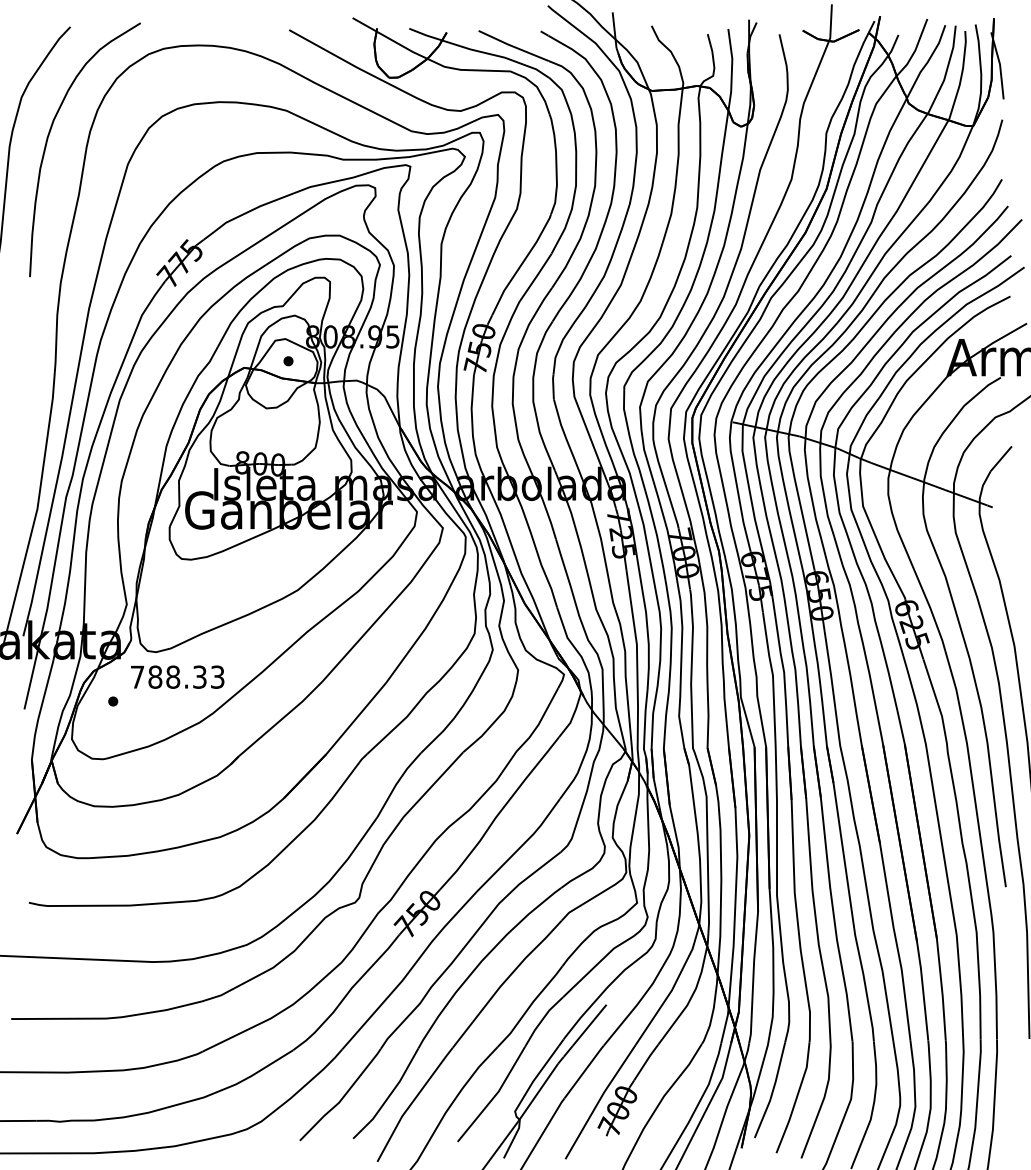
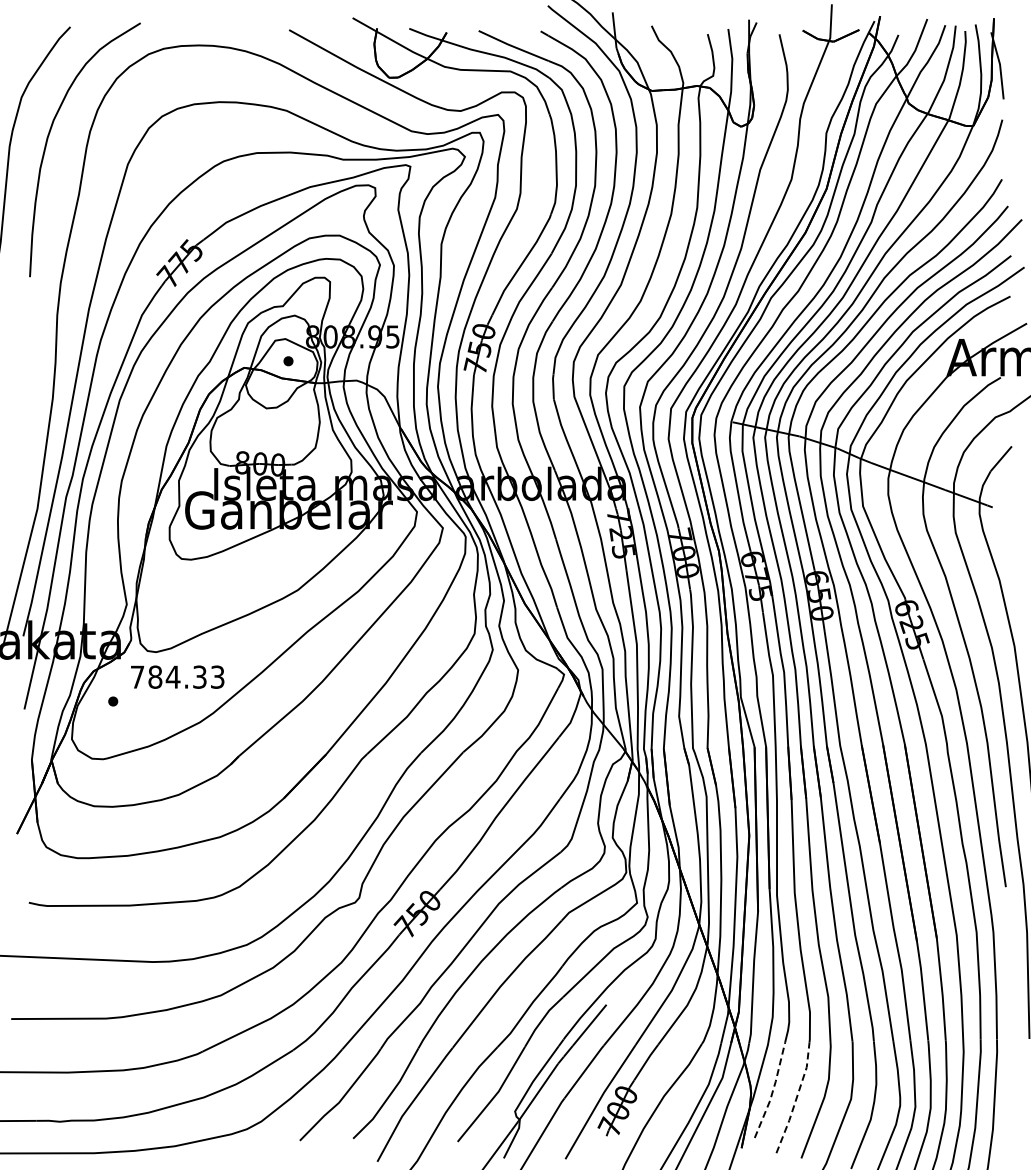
text at (172, 676): 788.33 -> 784.33
line at (772, 1091): solid -> dashed
line at (796, 1098): solid -> dashed
